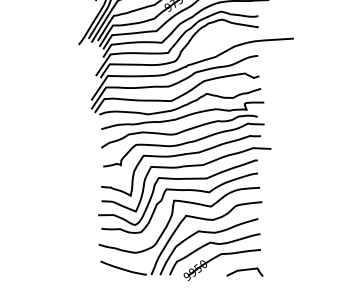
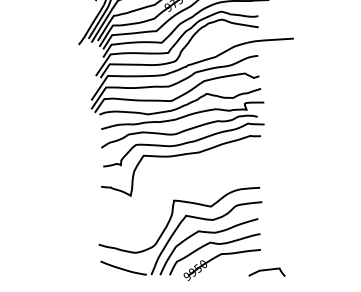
part at (184, 190): present -> none
curve at (244, 270) position: (244, 270) -> (266, 270)
